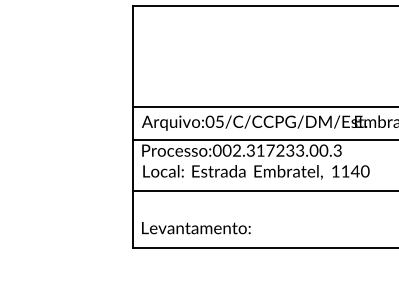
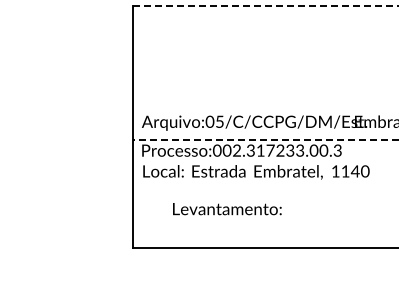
line at (266, 6): solid -> dashed
line at (264, 106): present -> none
line at (266, 139): solid -> dashed
line at (264, 190): present -> none
text at (196, 228) position: (196, 228) -> (227, 209)
